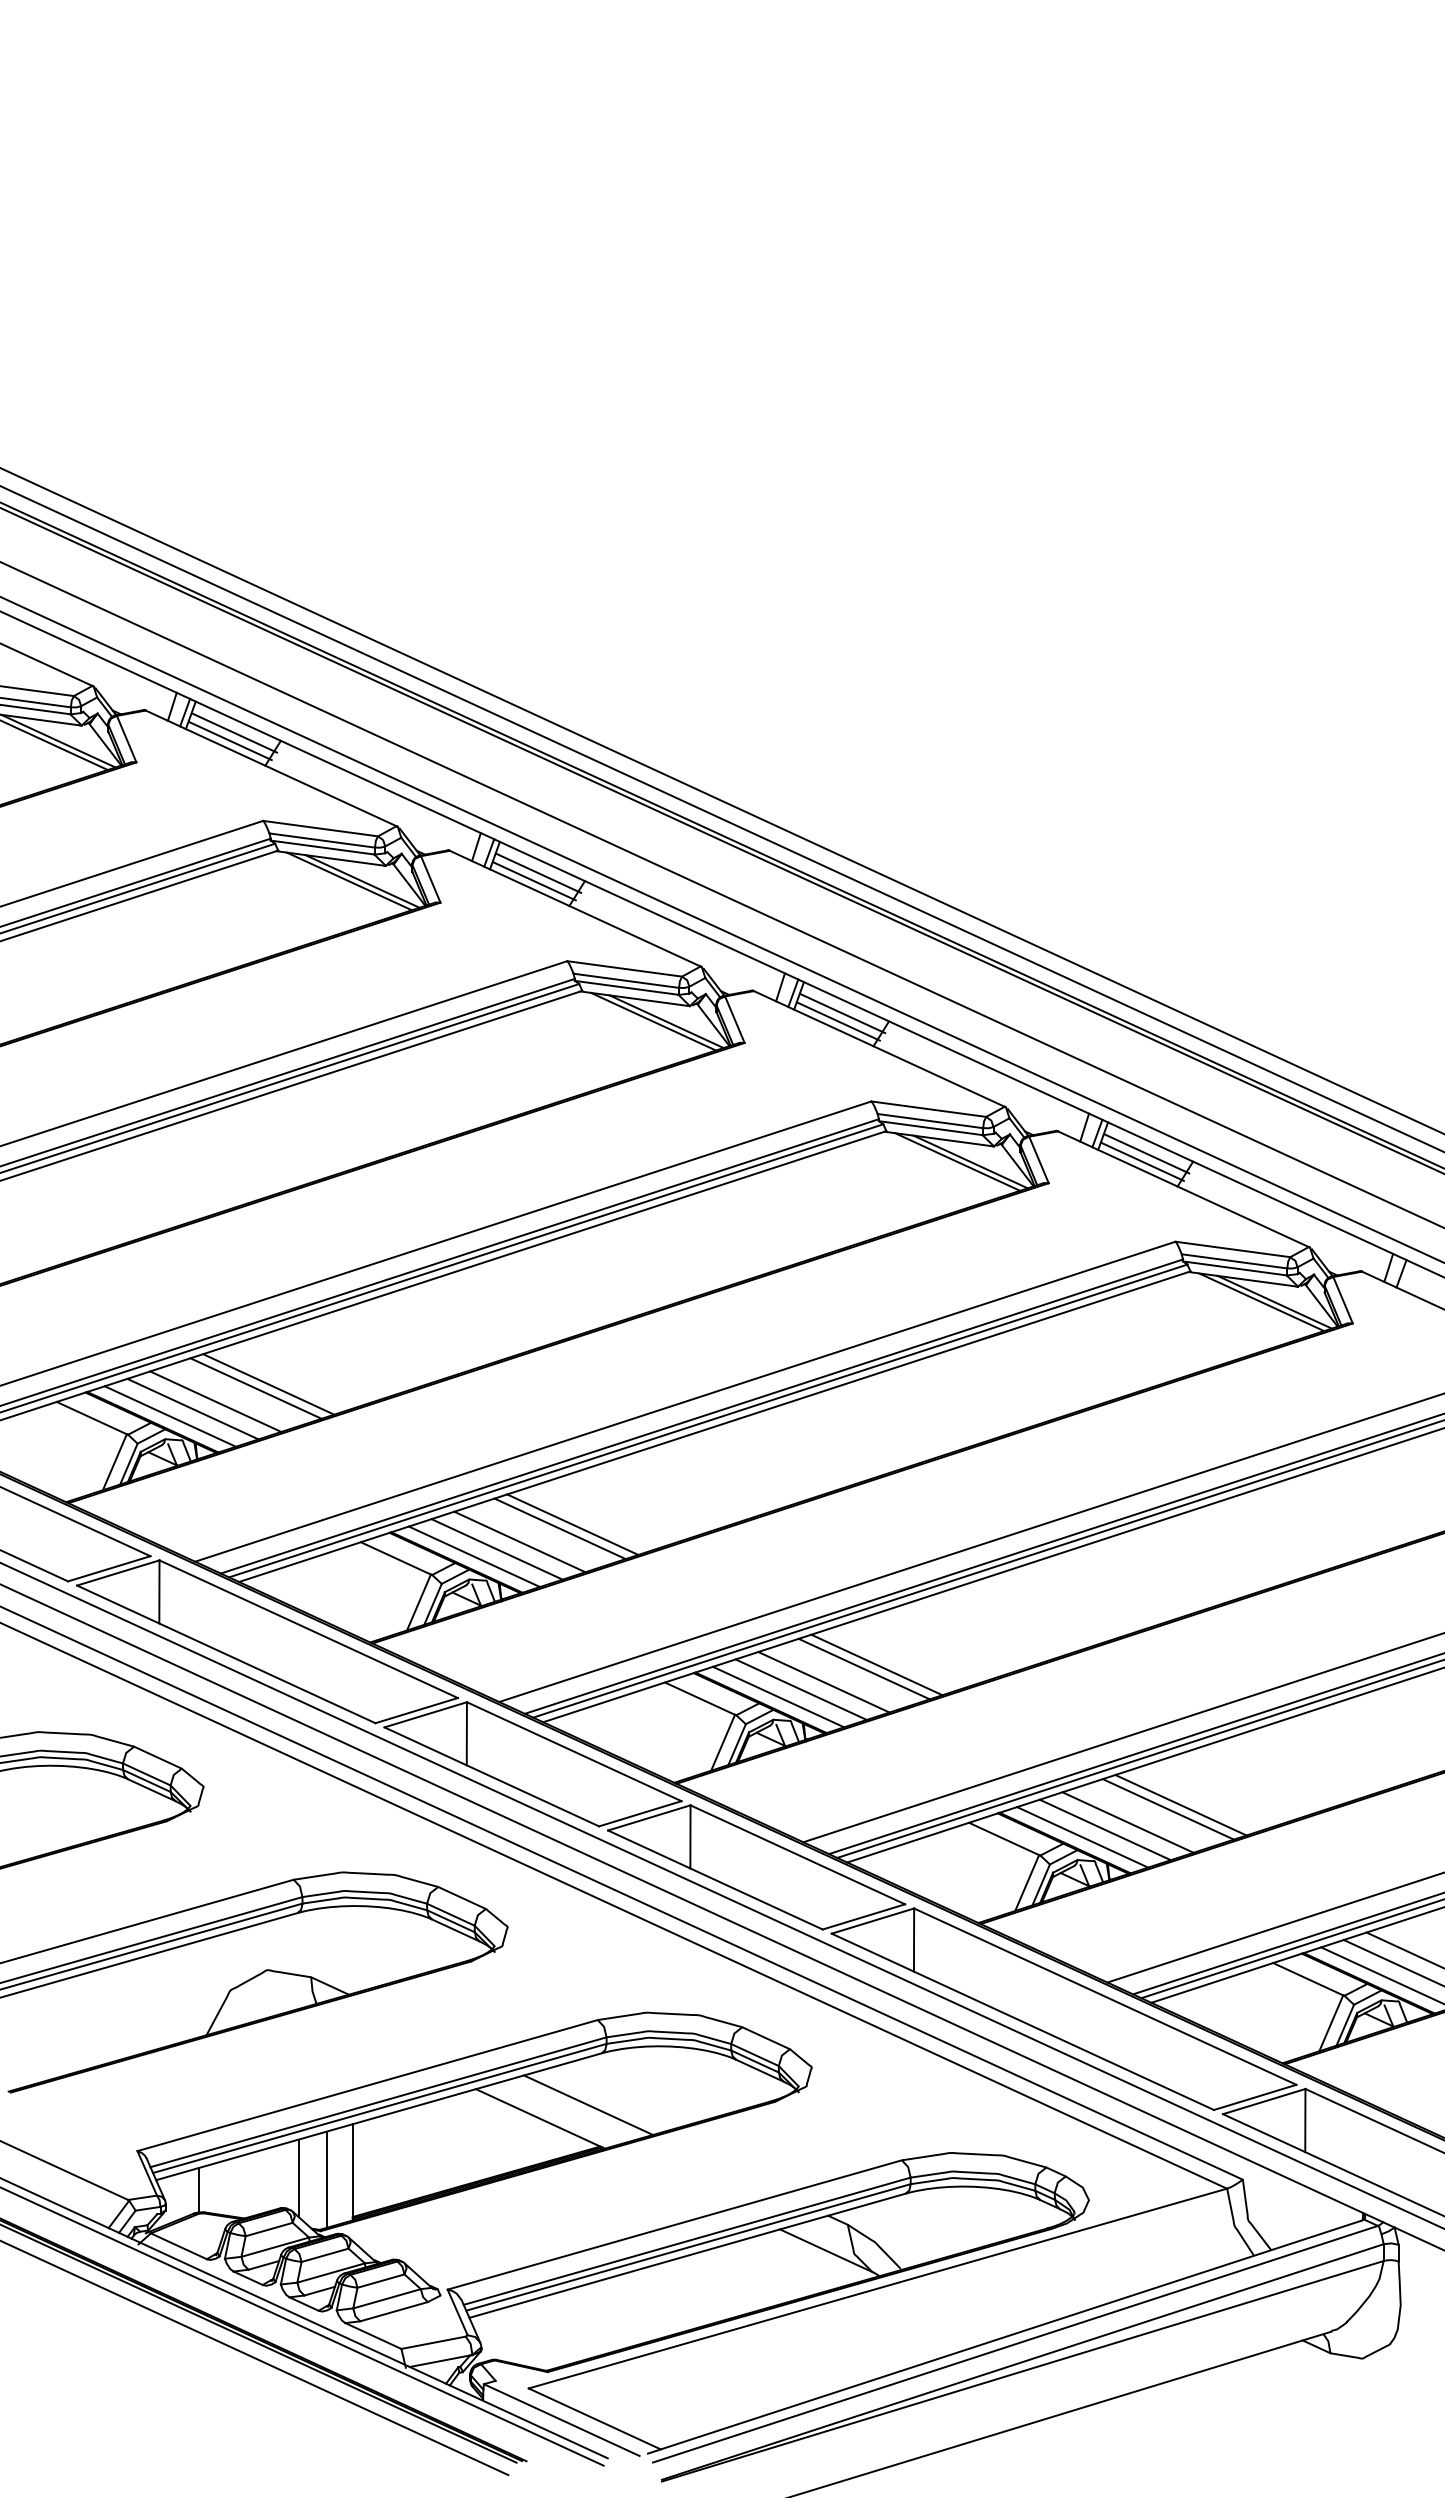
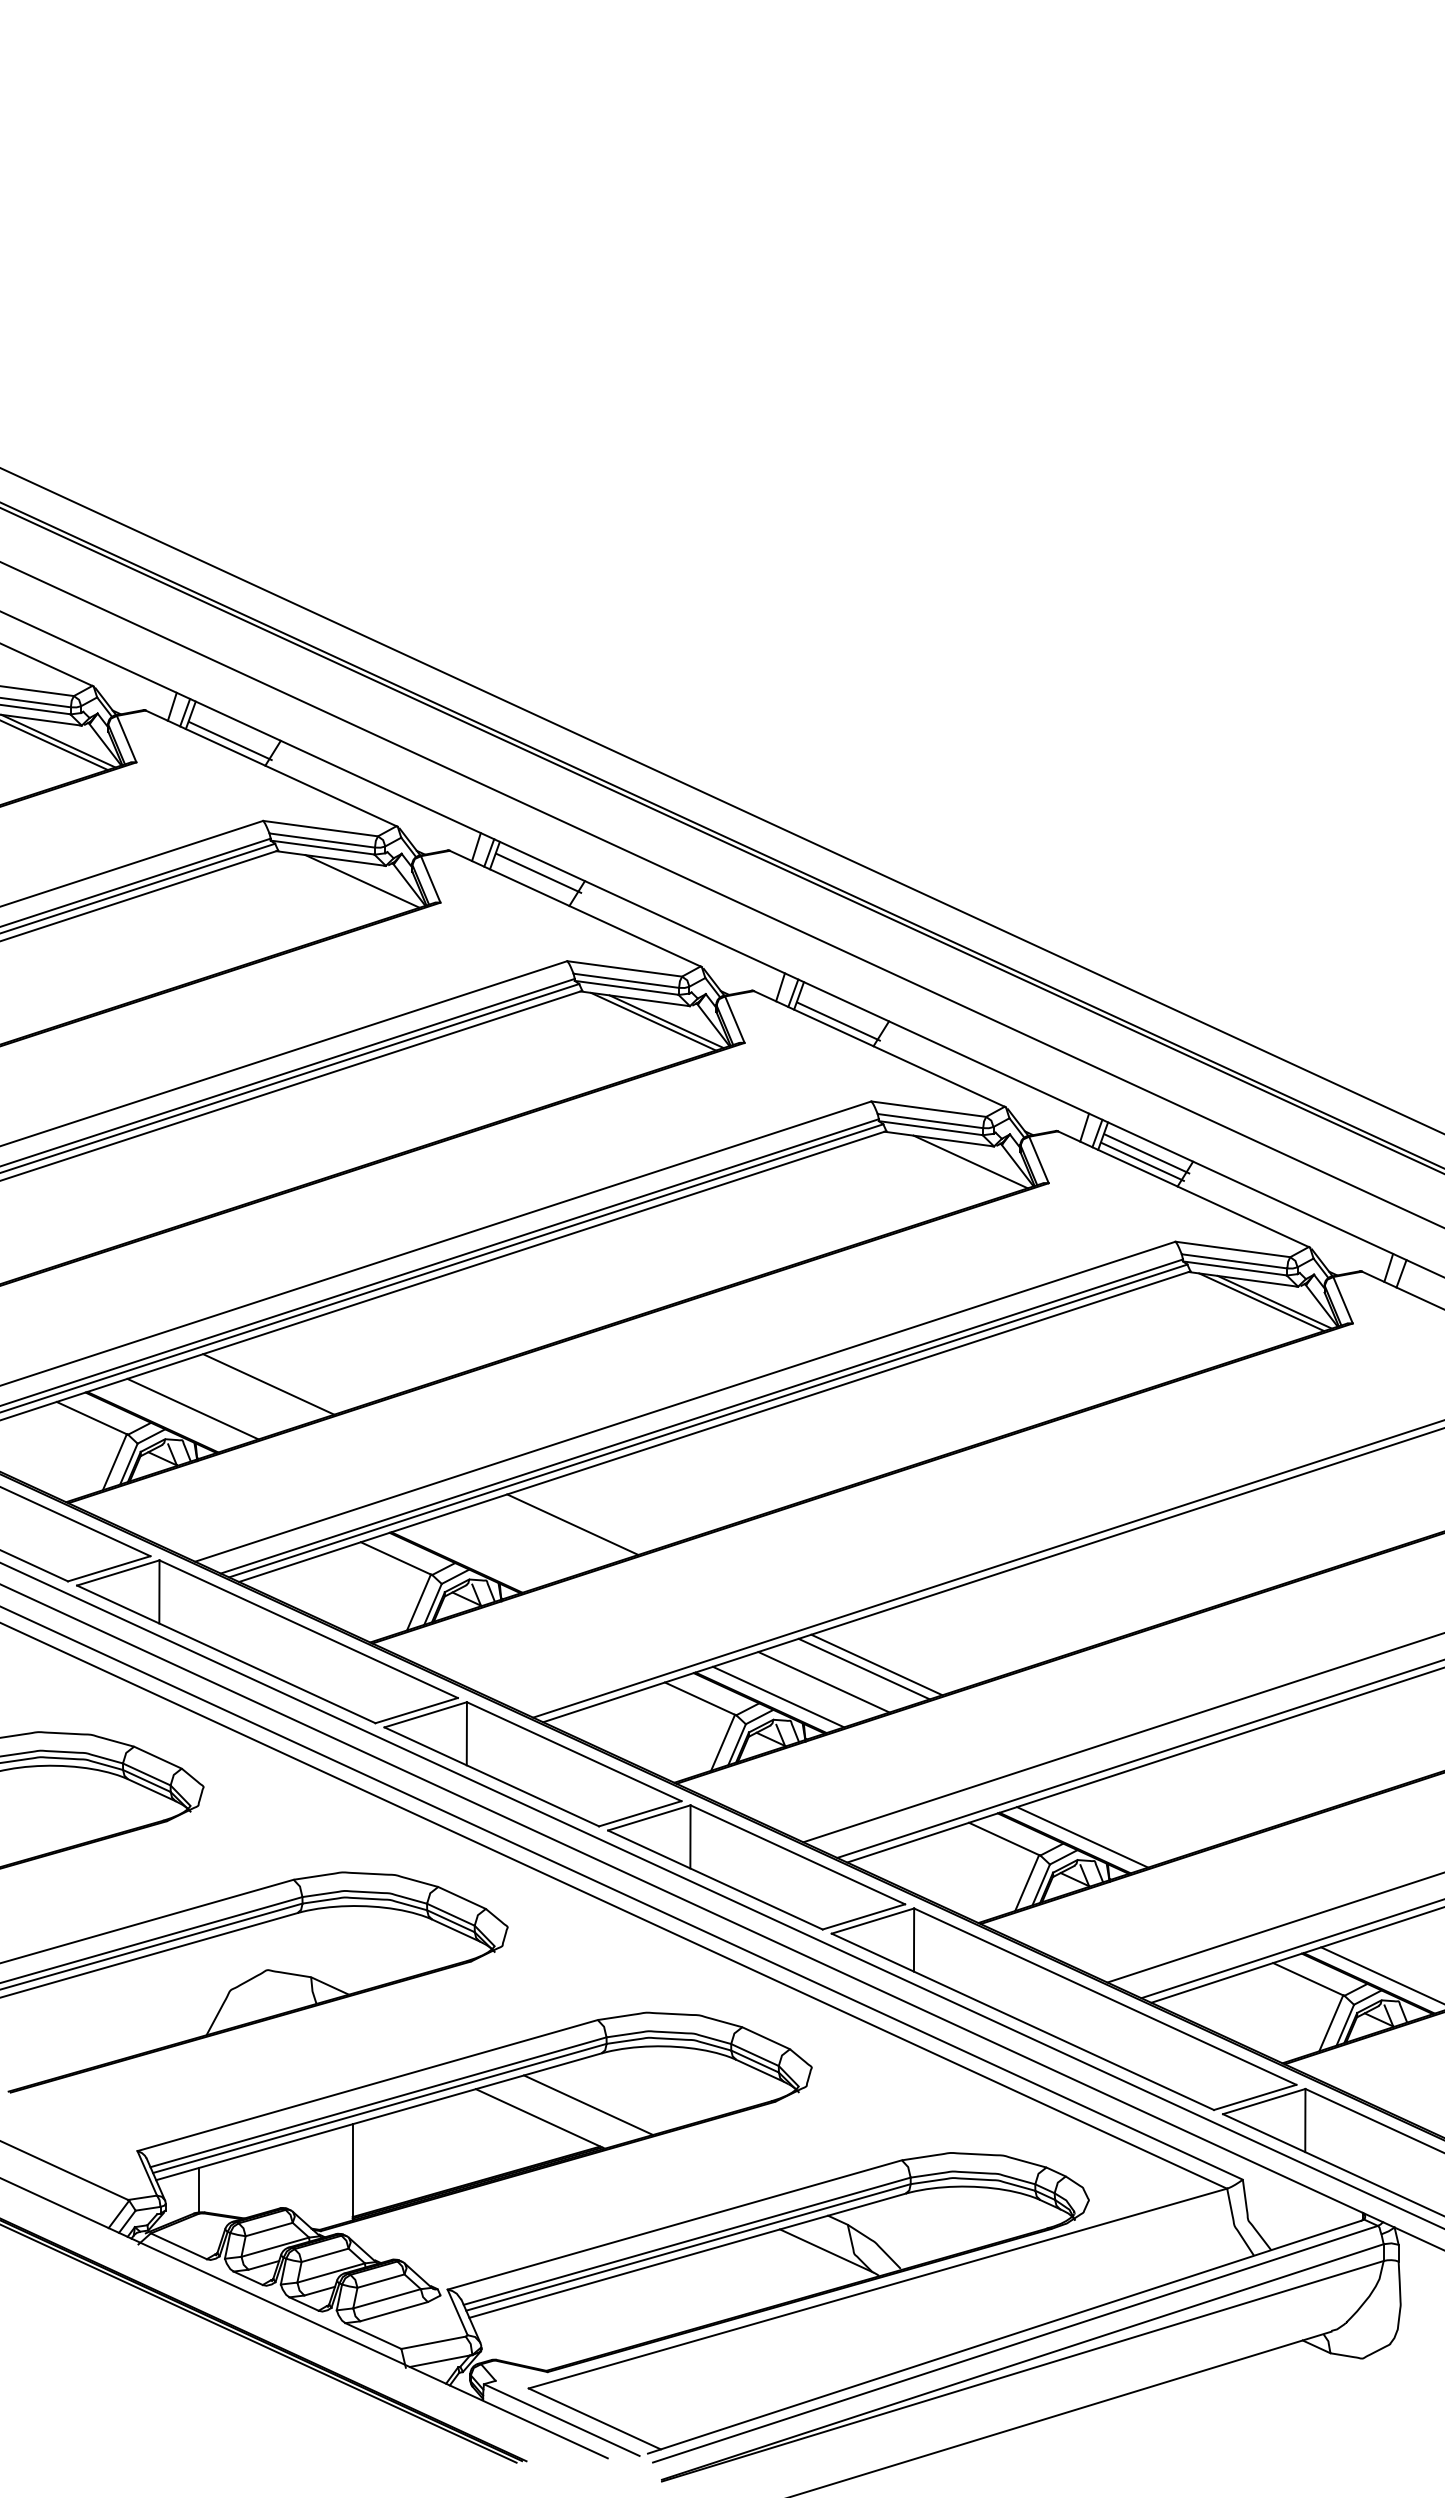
line at (234, 732): present -> none
line at (721, 819): present -> none
line at (348, 881): present -> none
line at (534, 881): present -> none
line at (721, 929): present -> none
line at (842, 1013): present -> none
line at (957, 1161): present -> none
line at (255, 1388): present -> none
line at (215, 1401): present -> none
line at (169, 1416): present -> none
line at (559, 1528): present -> none
line at (519, 1541): present -> none
line at (970, 1548): present -> none
line at (496, 1549): present -> none
line at (474, 1556): present -> none
line at (982, 1563): present -> none
line at (800, 1689): present -> none
line at (1134, 1754): present -> none
line at (1180, 1805): present -> none
line at (1167, 1809): present -> none
line at (1127, 1822): present -> none
line at (1104, 1829): present -> none
line at (1287, 1943): present -> none
line at (1403, 1949): present -> none
line at (1392, 1961): present -> none
line at (299, 2178): present -> none
line at (326, 2179): present -> none
line at (302, 2326): present -> none
line at (255, 2358): present -> none
